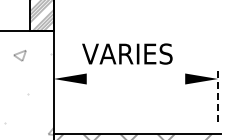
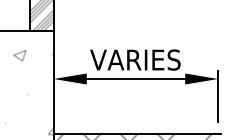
text at (127, 53) position: (127, 53) -> (135, 59)
line at (135, 79): none -> present
line at (218, 96): dashed -> solid
